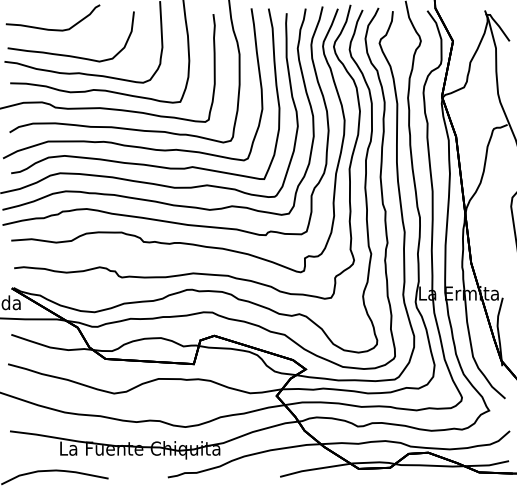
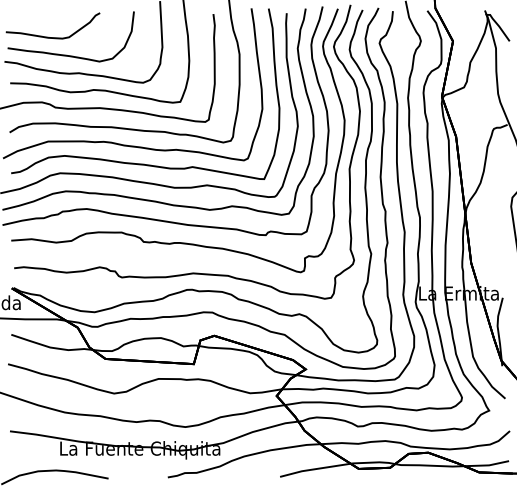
curve at (48, 28) position: (48, 28) -> (48, 36)
